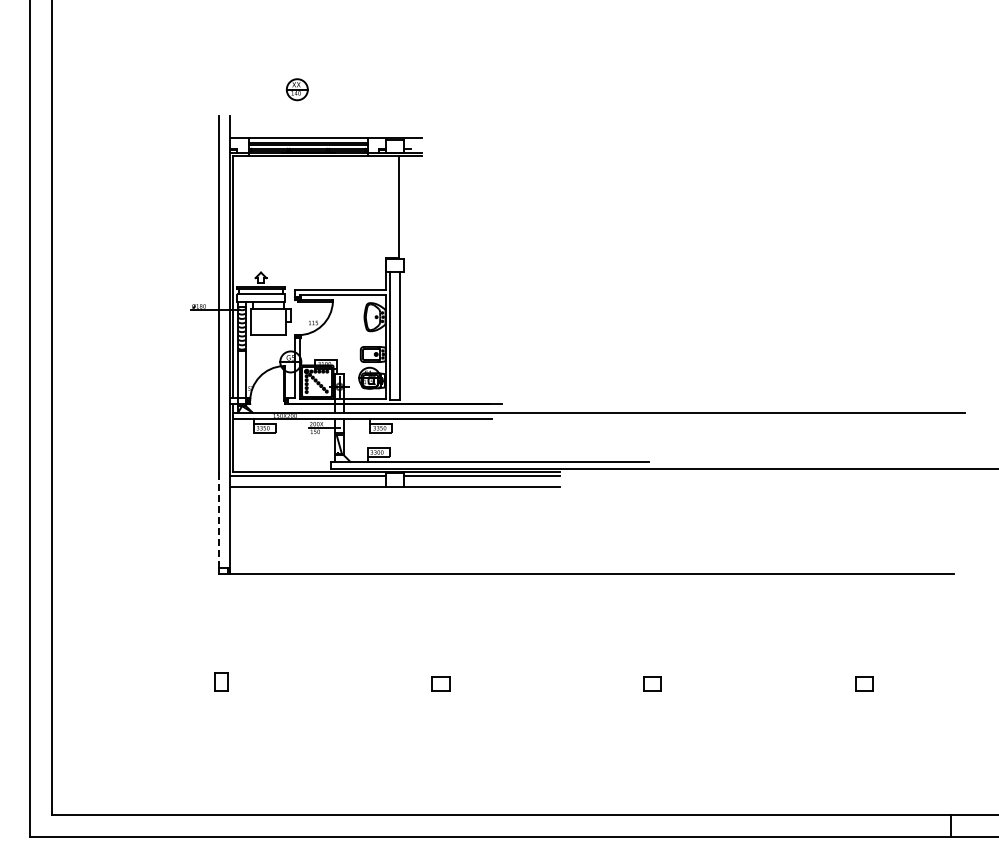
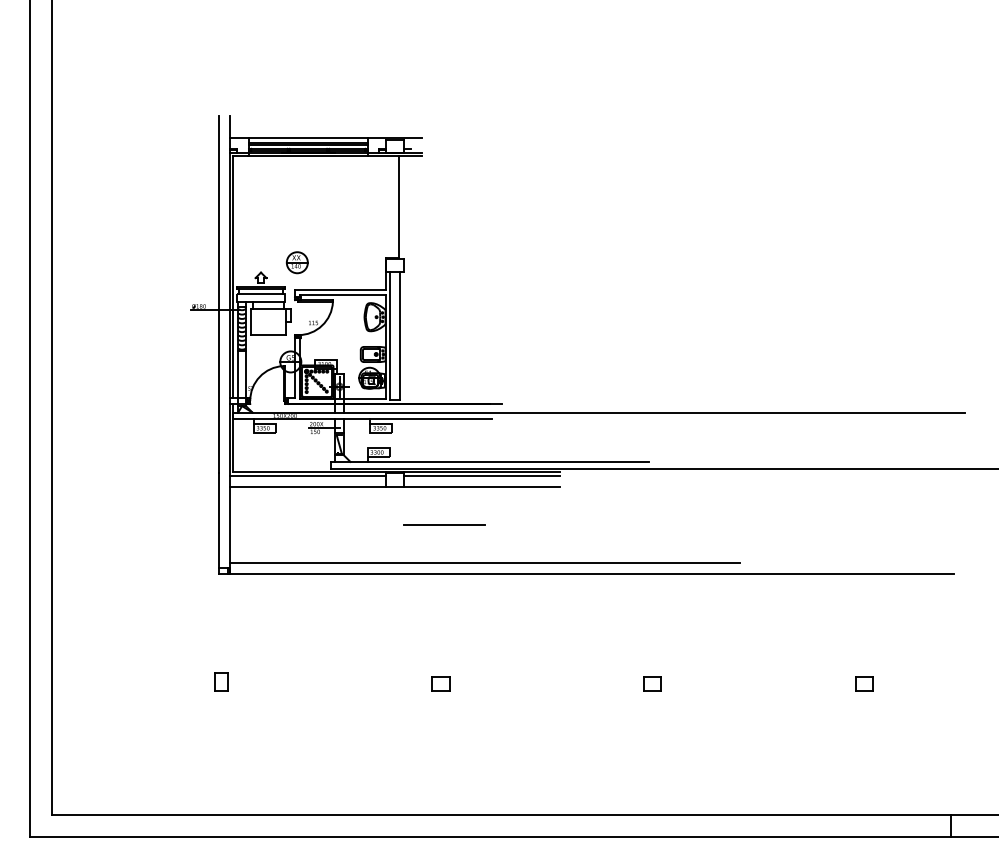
part at (296, 89) position: (296, 89) -> (296, 262)
line at (219, 521): dashed -> solid
line at (444, 524): none -> present
line at (485, 563): none -> present
